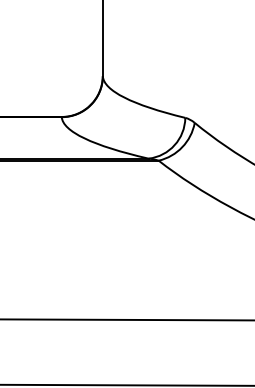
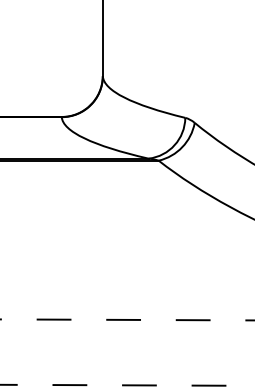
line at (128, 319): solid -> dashed
line at (127, 385): solid -> dashed
